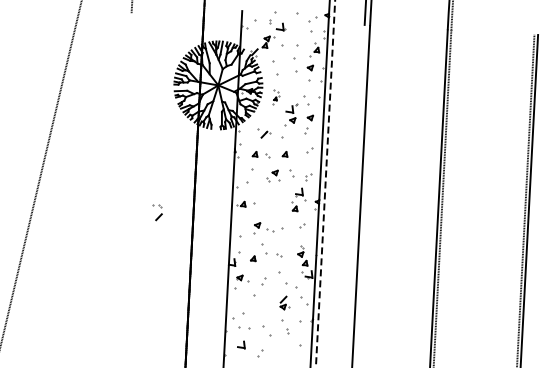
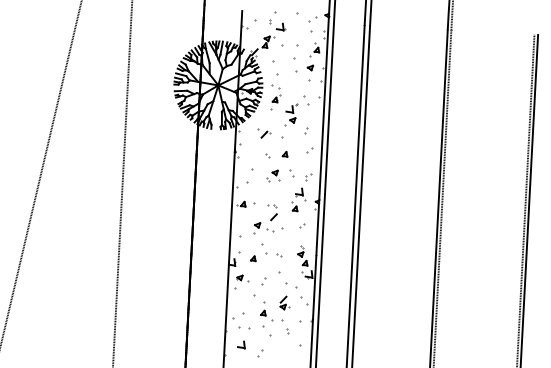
part at (276, 97) size: 9x17 px -> 12x27 px
part at (309, 117): present -> none
part at (254, 154): present -> none
line at (325, 183): dashed -> solid
line at (122, 188): none -> present
line at (355, 194): none -> present
part at (157, 212) position: (157, 212) -> (272, 212)
part at (266, 311): none -> present
